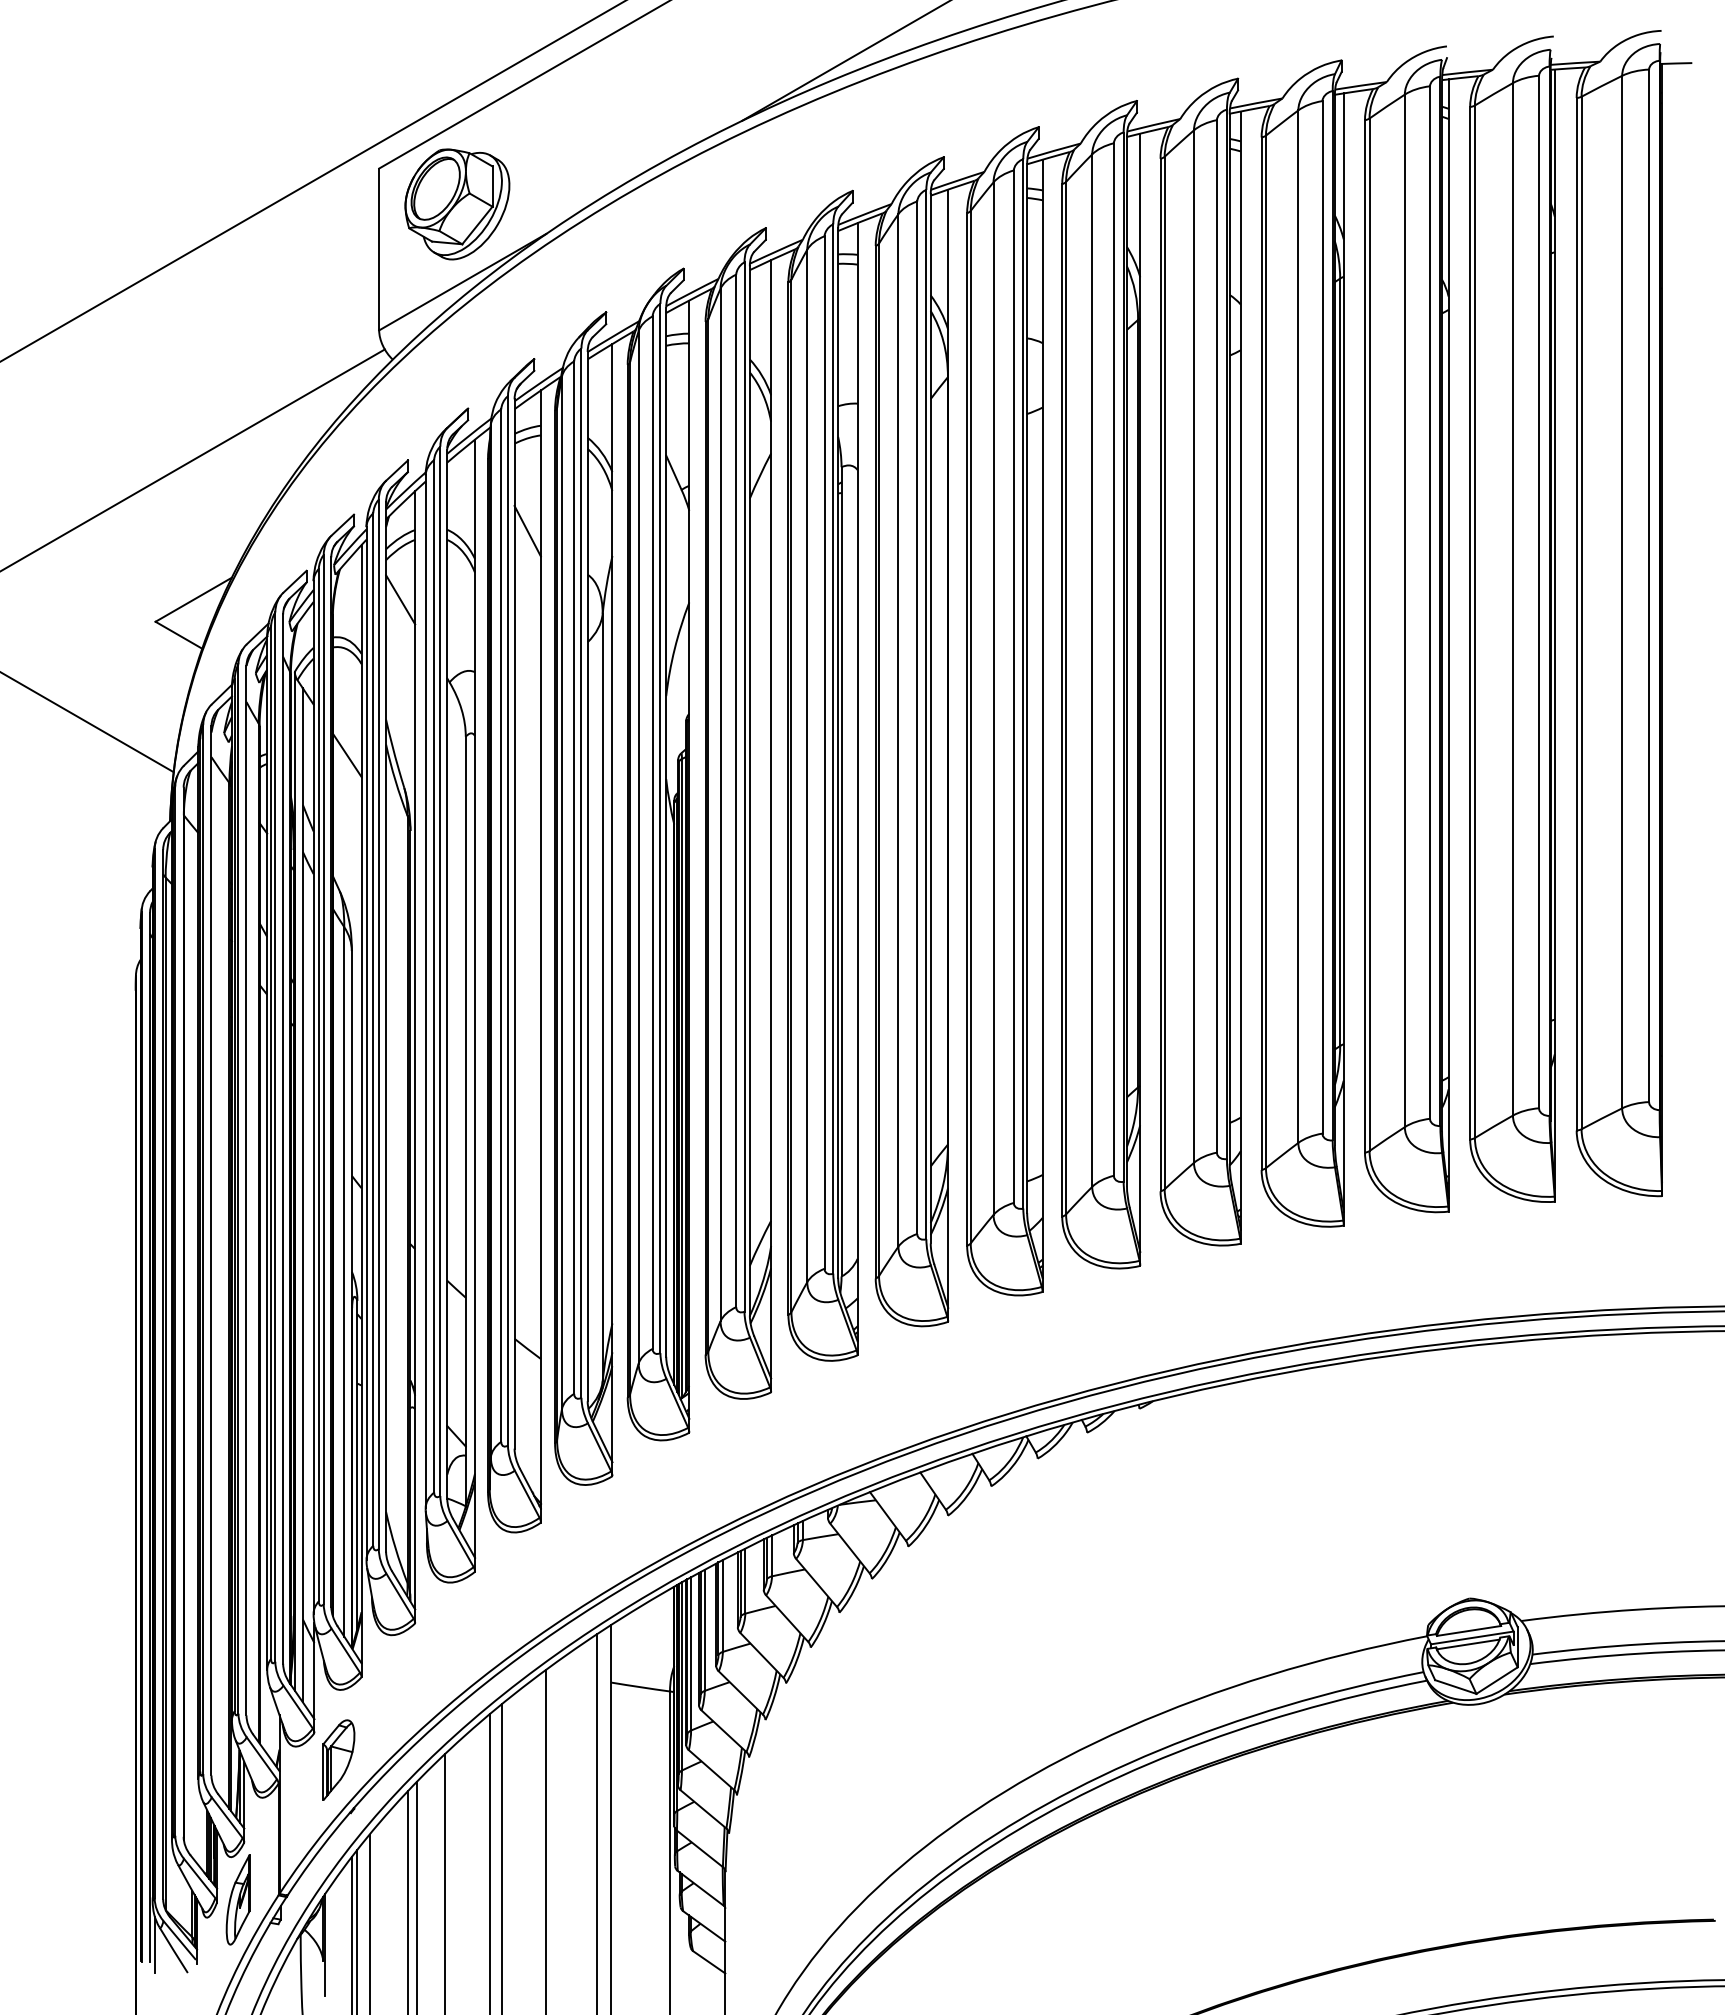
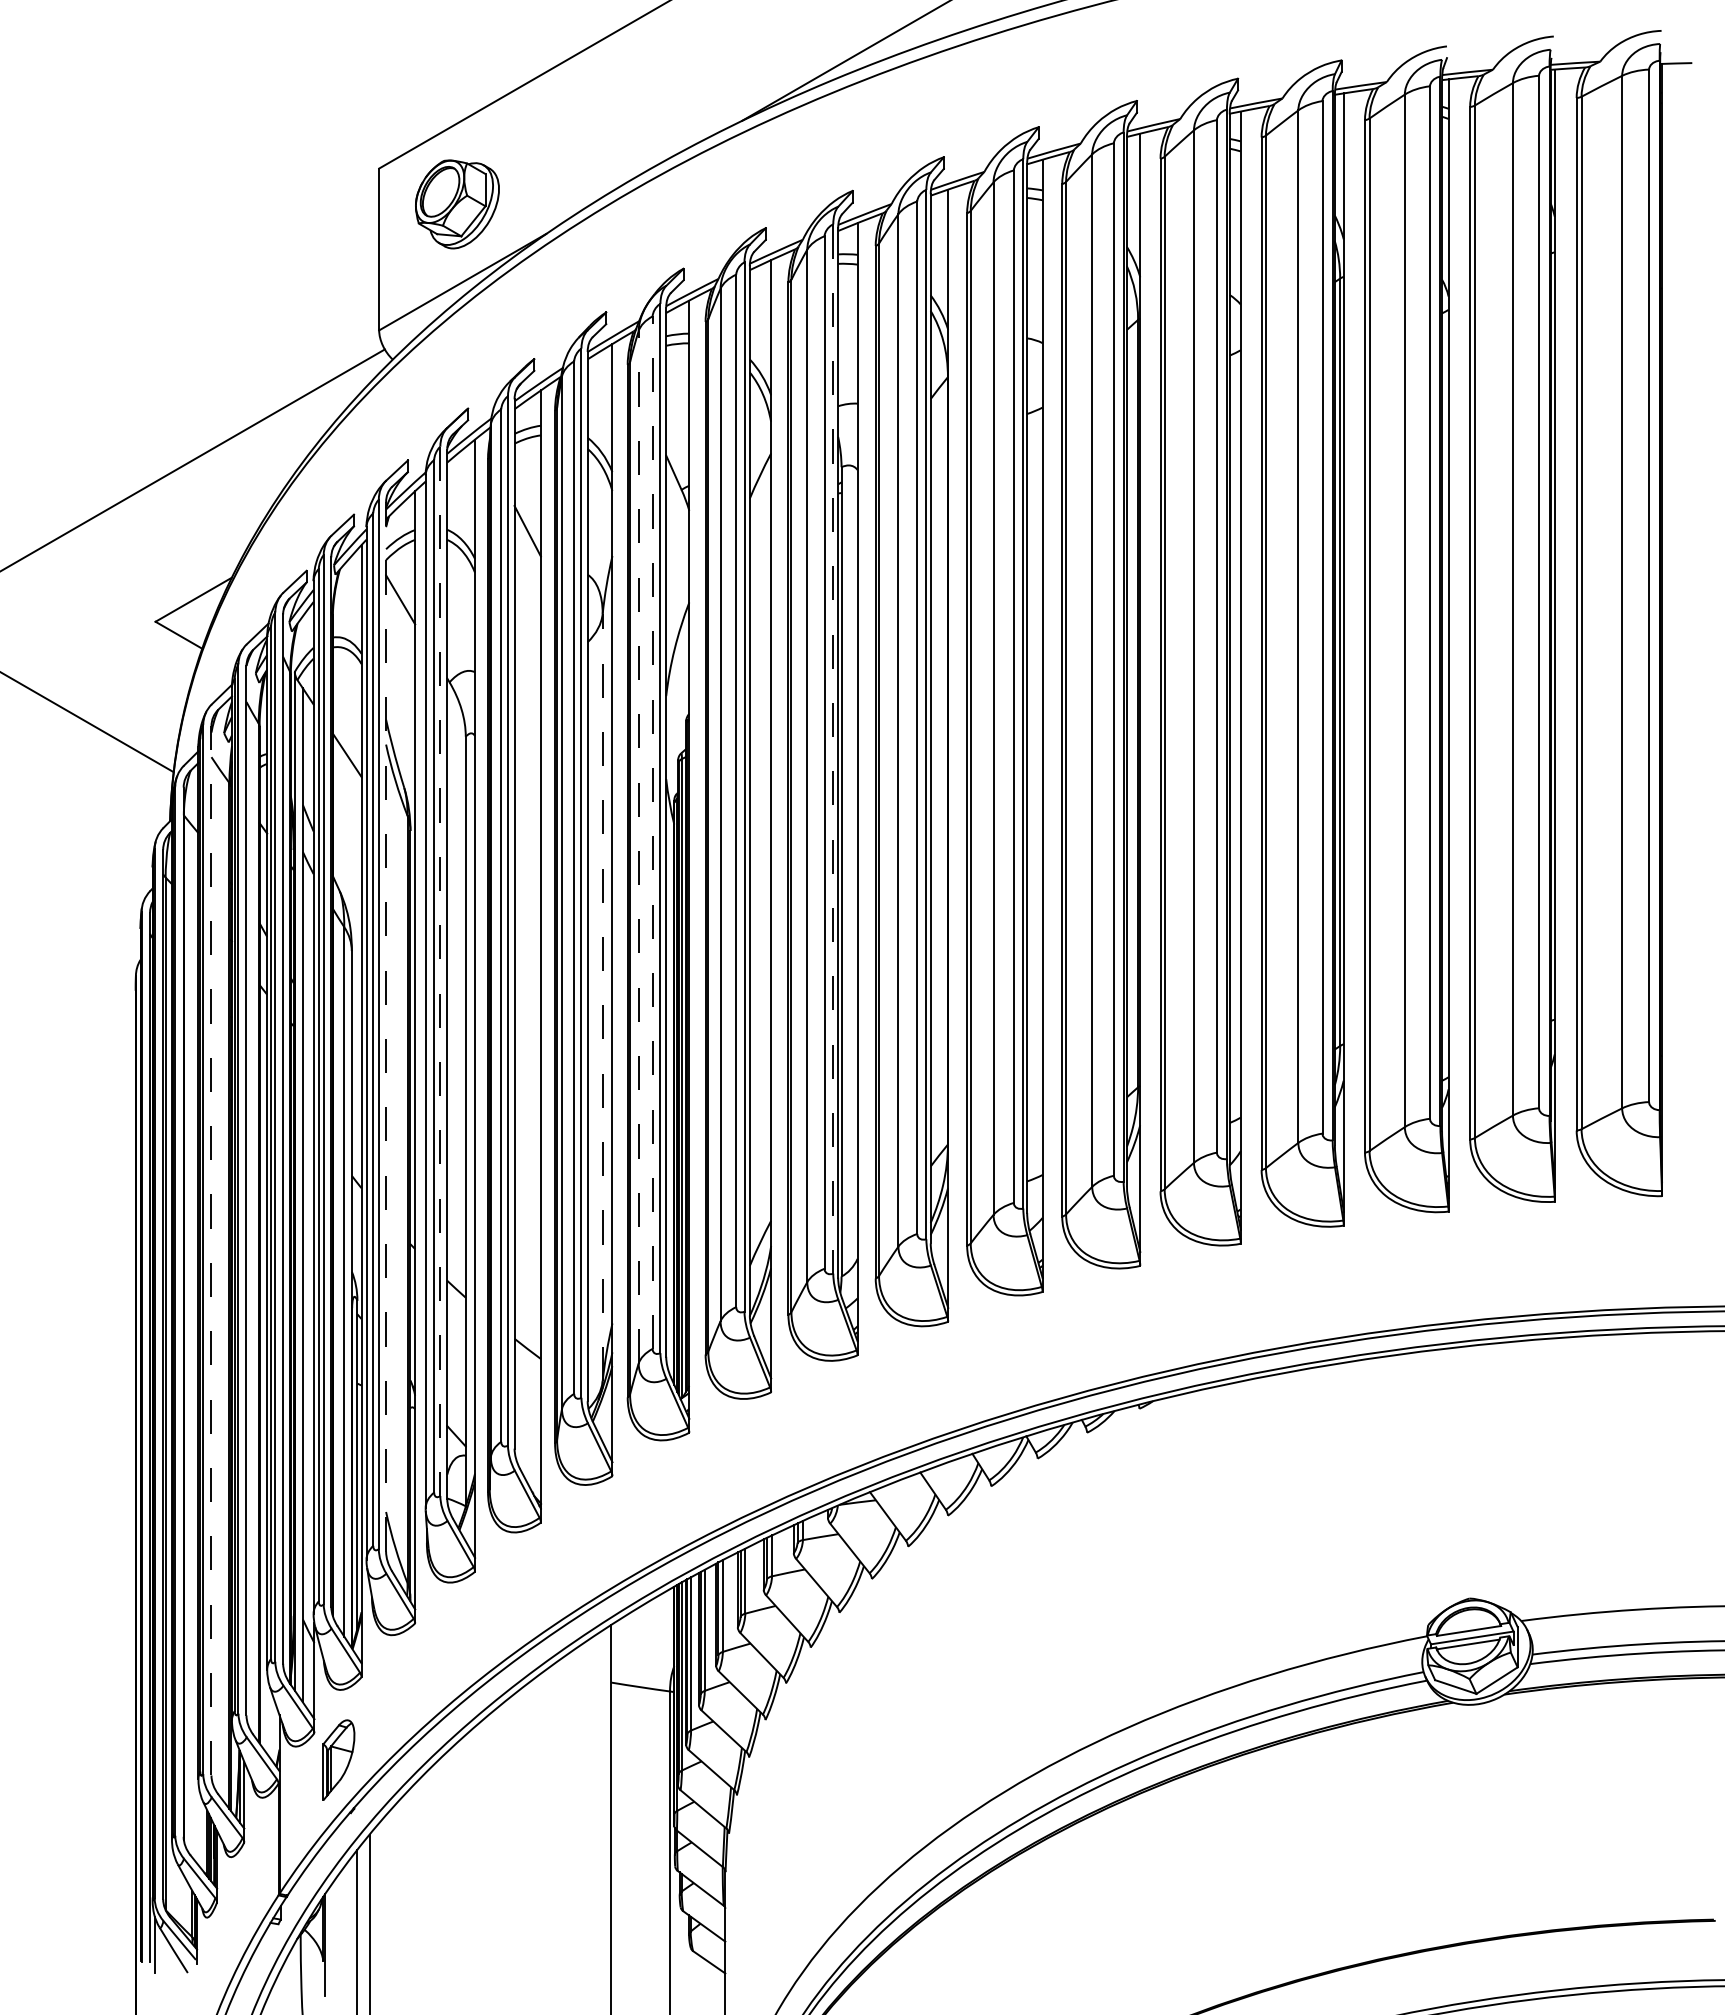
line at (312, 181): present -> none
part at (457, 204) size: 107x113 px -> 85x91 px
line at (833, 749): solid -> dashed
line at (652, 832): solid -> dashed
line at (638, 846): solid -> dashed
line at (440, 971): solid -> dashed
line at (602, 997): solid -> dashed
line at (386, 1026): solid -> dashed
line at (211, 1250): solid -> dashed
line at (597, 1822): present -> none
line at (545, 1840): present -> none
line at (501, 1857): present -> none
line at (490, 1862): present -> none
line at (444, 1882): present -> none
line at (416, 1896): present -> none
part at (237, 1899): present -> none
line at (408, 1901): present -> none
line at (352, 1933): present -> none
